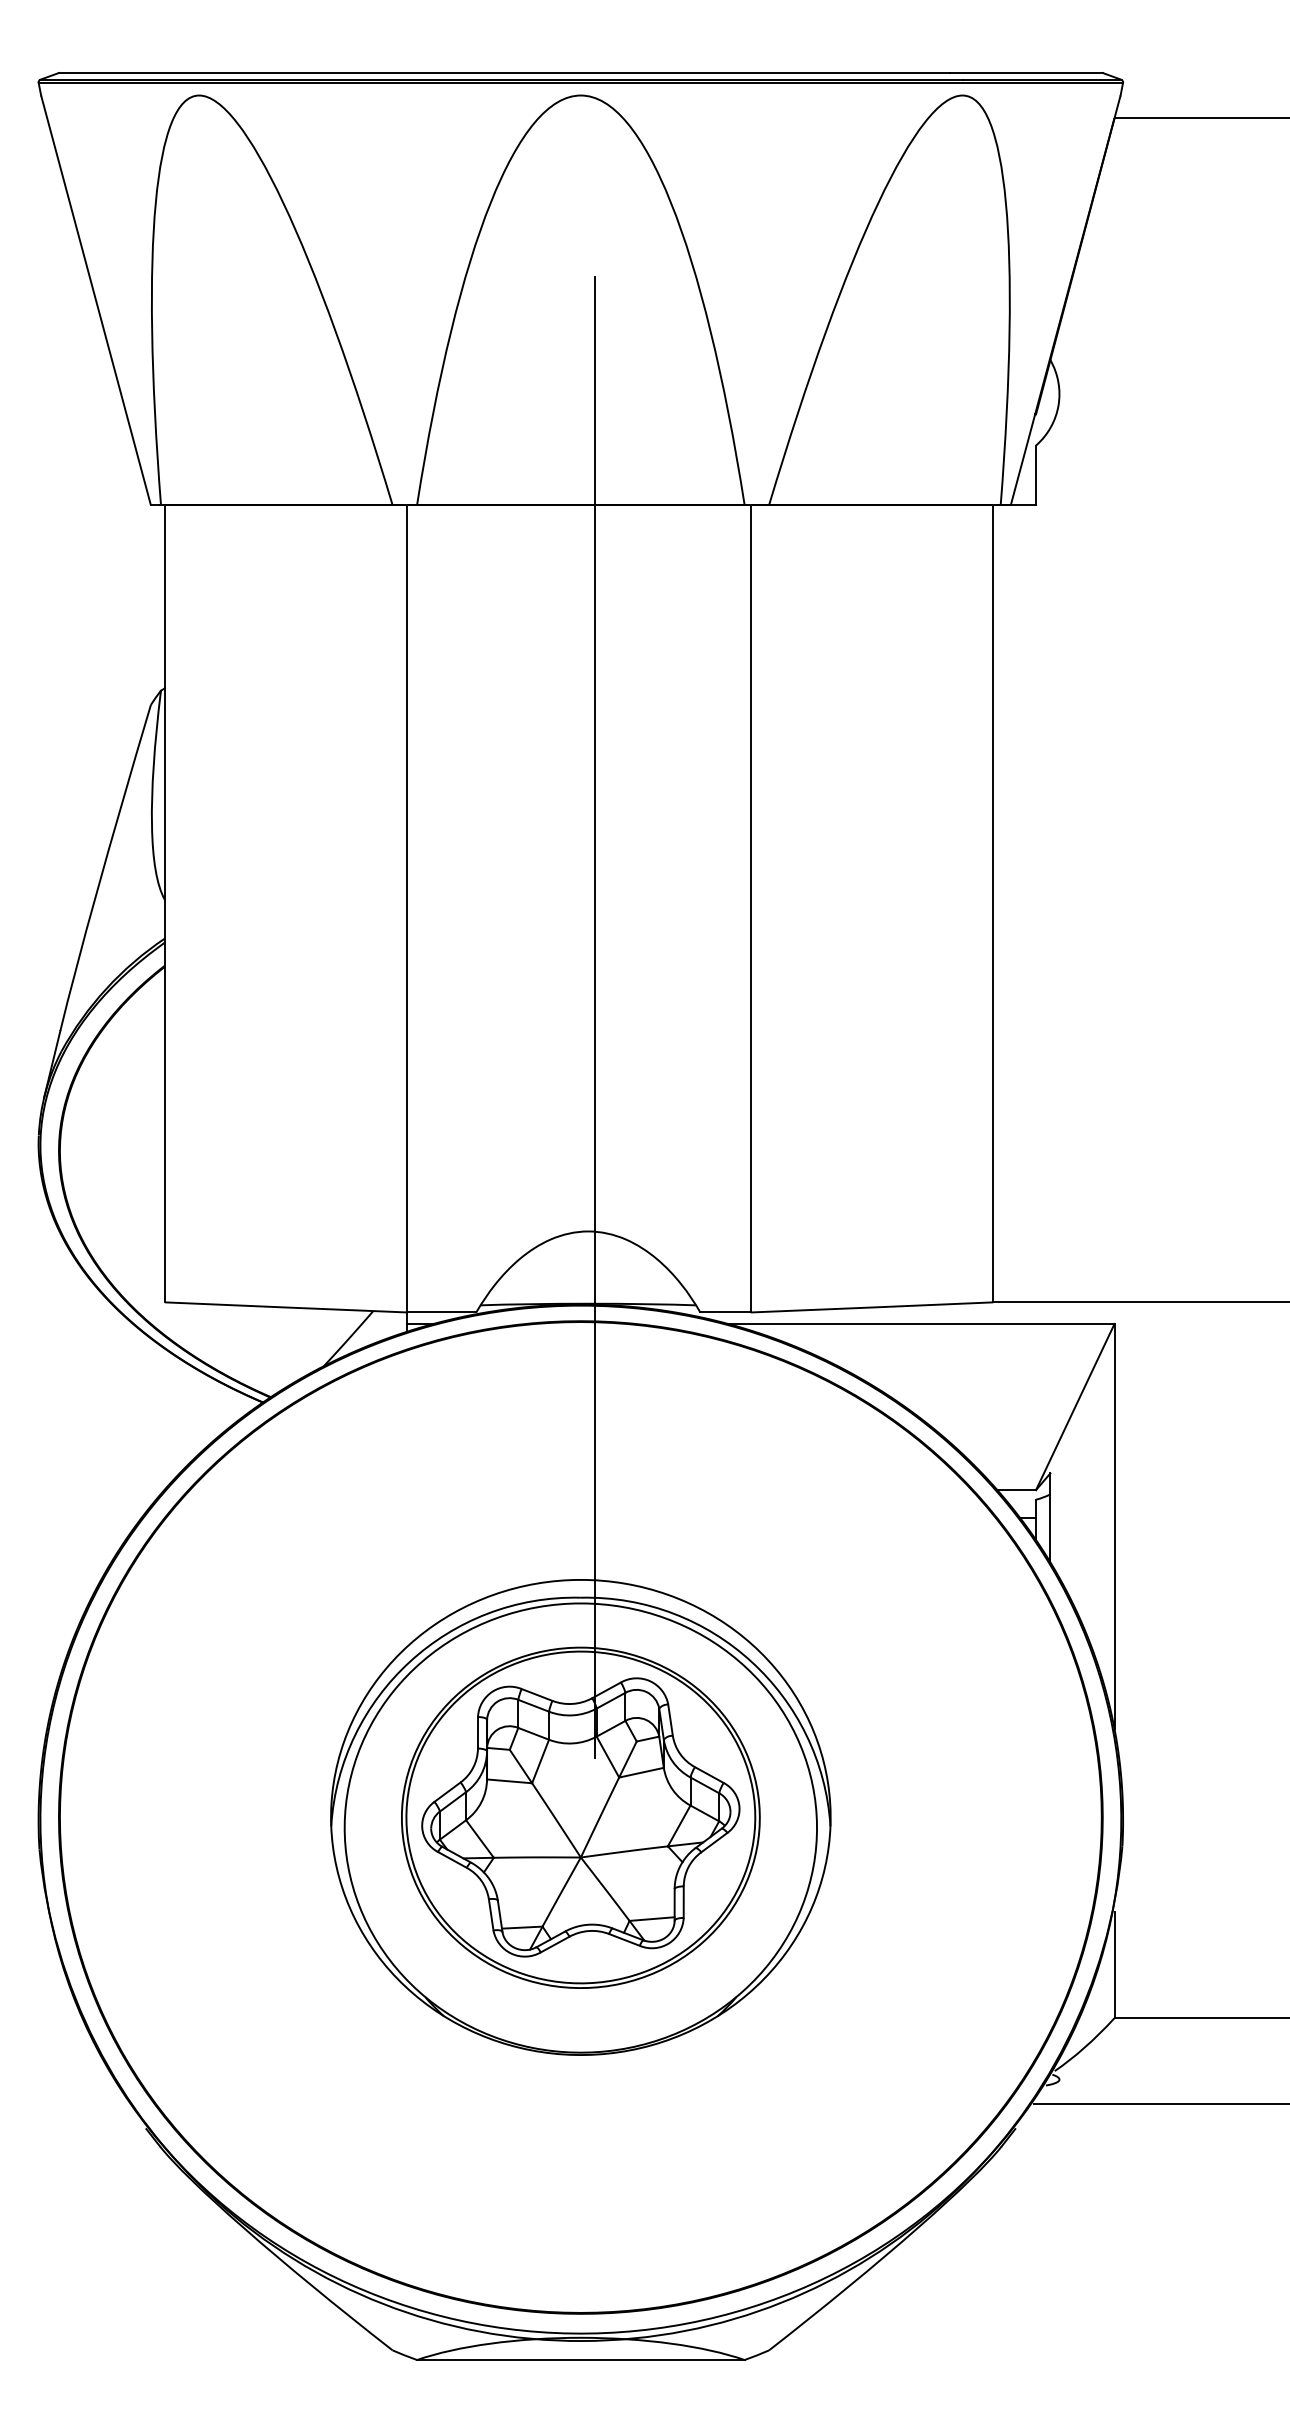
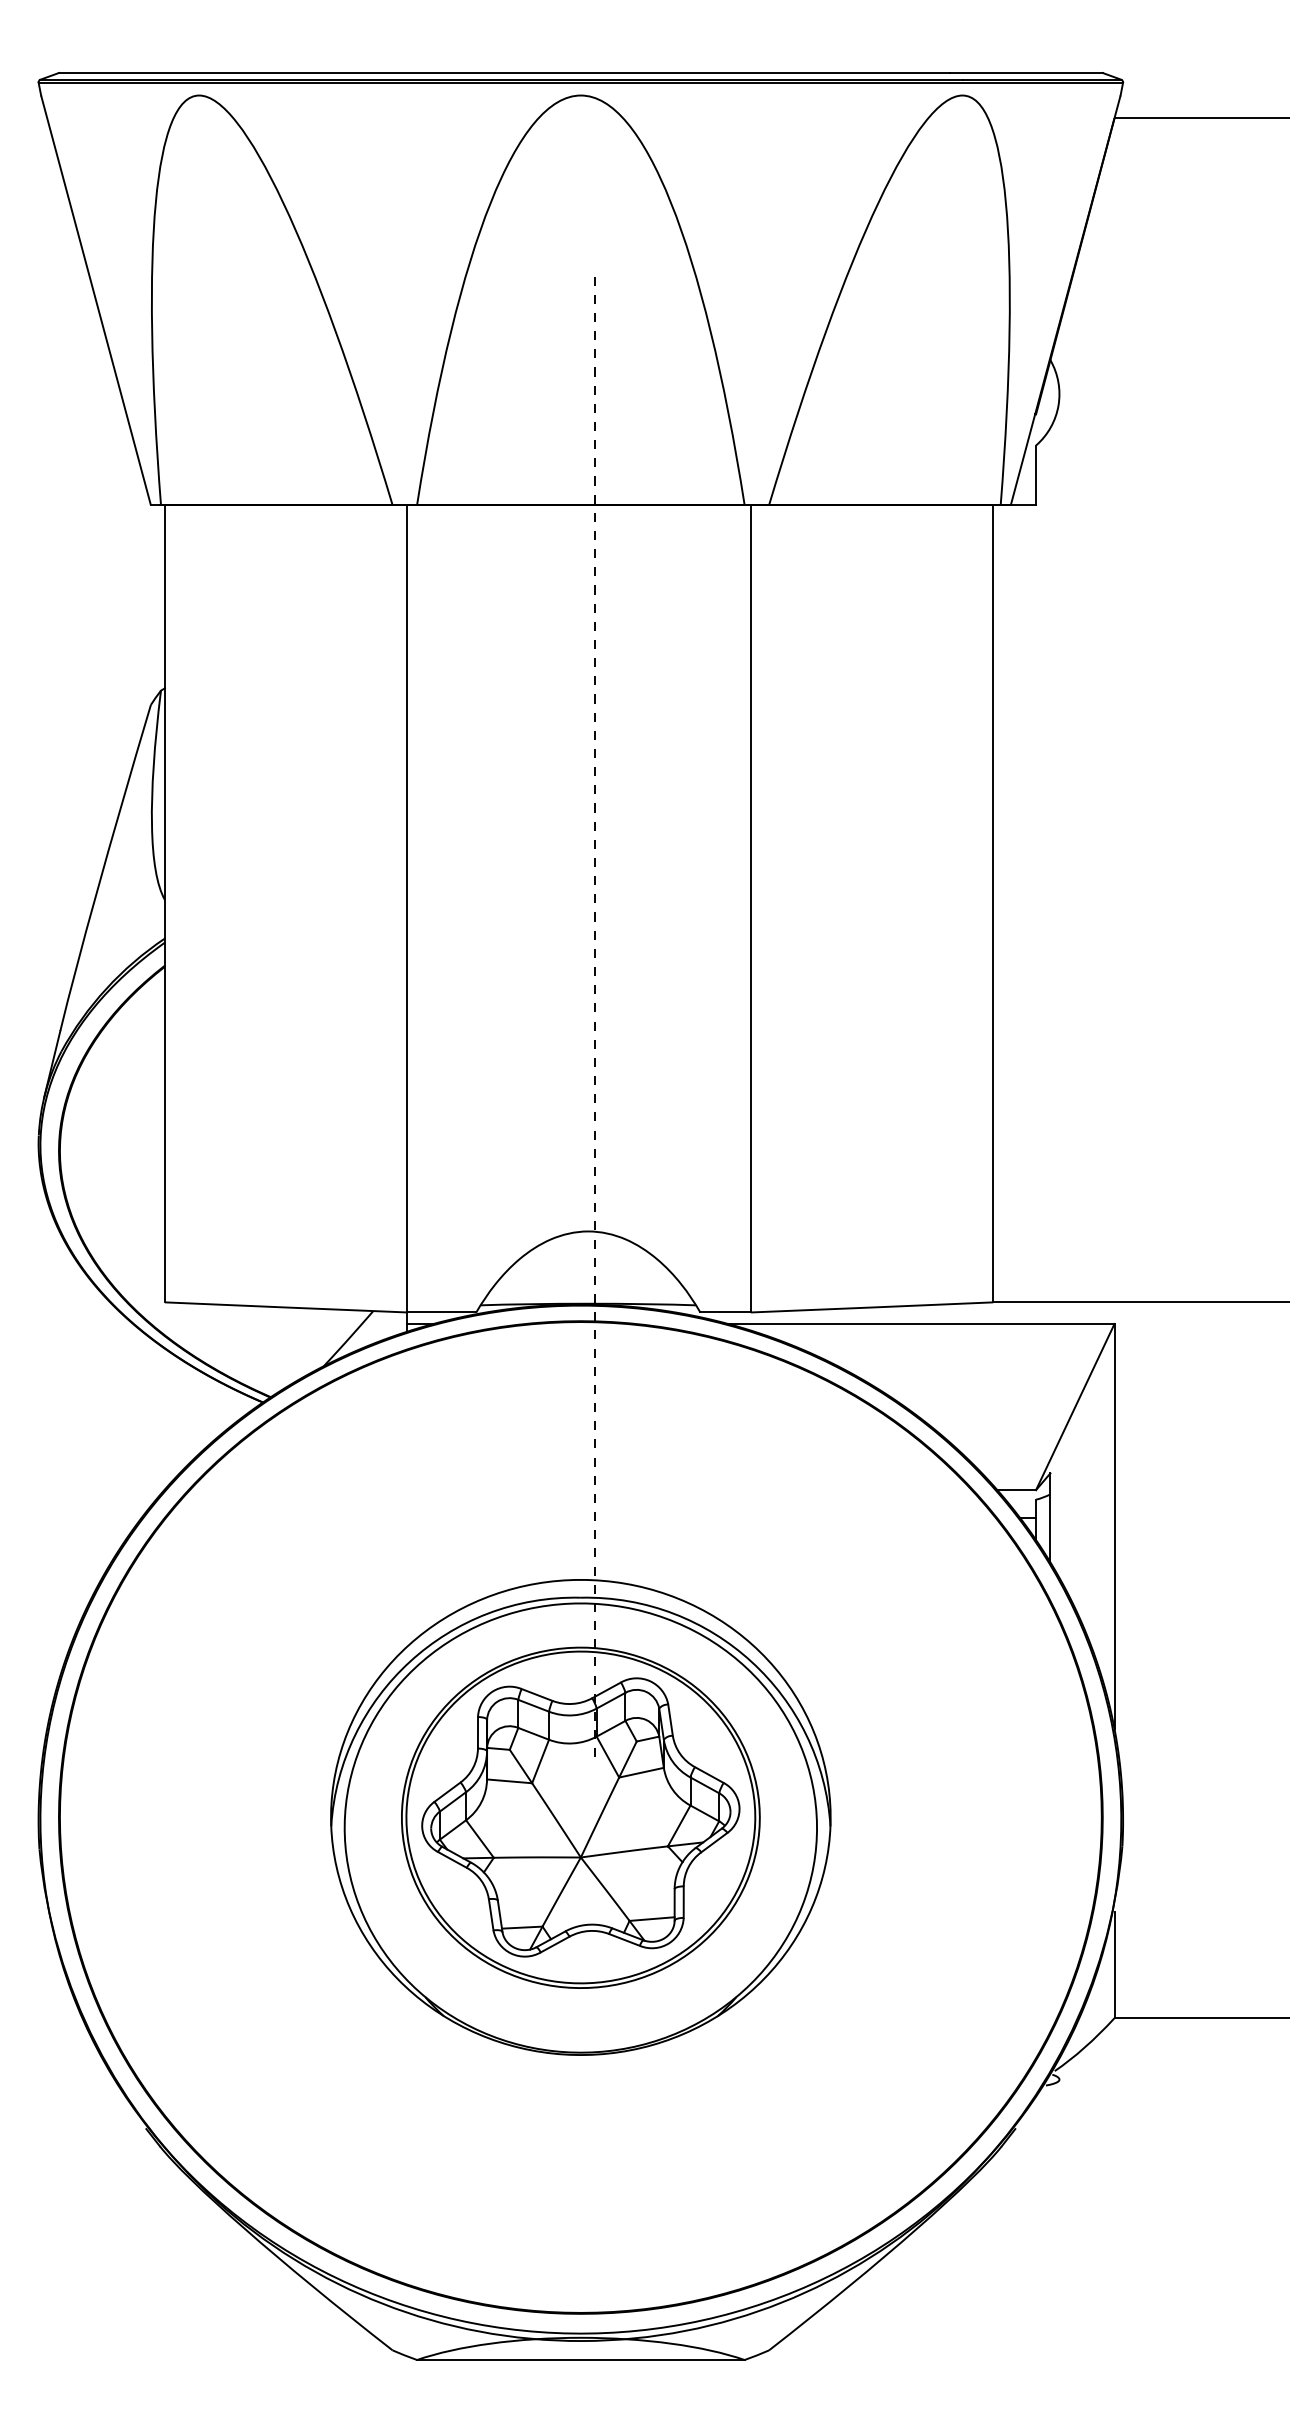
line at (594, 1017): solid -> dashed
line at (1159, 2104): present -> none
